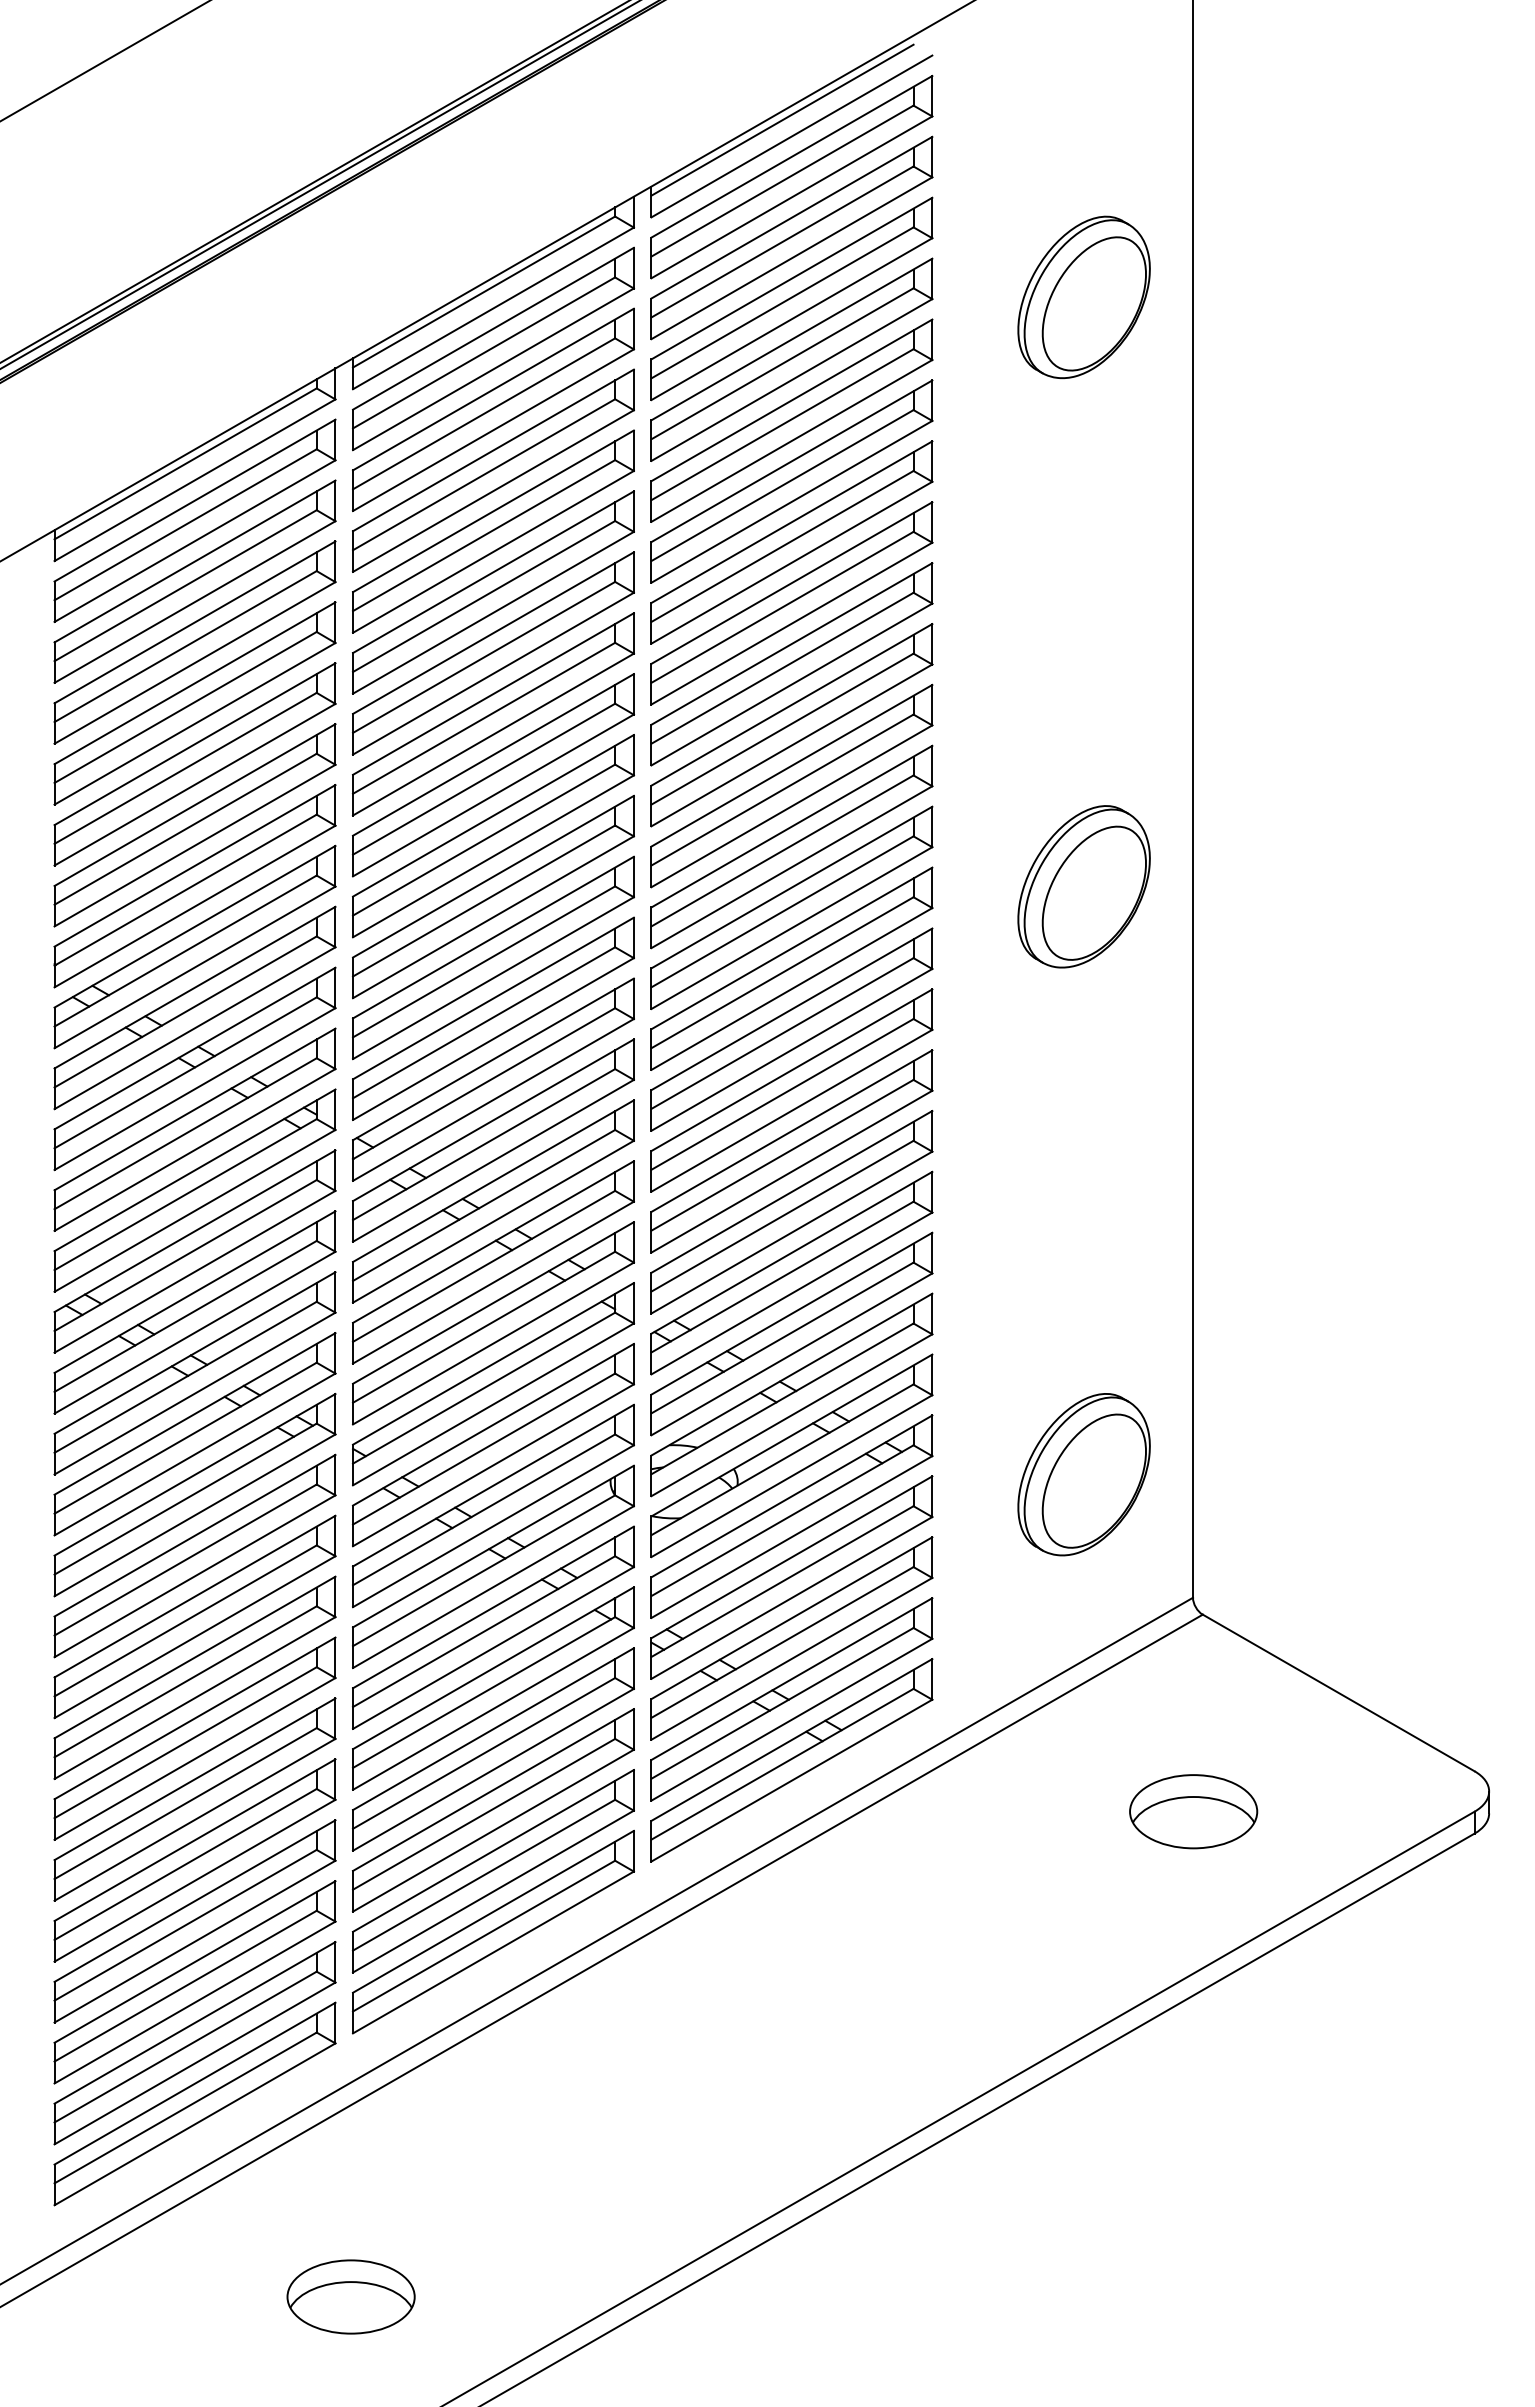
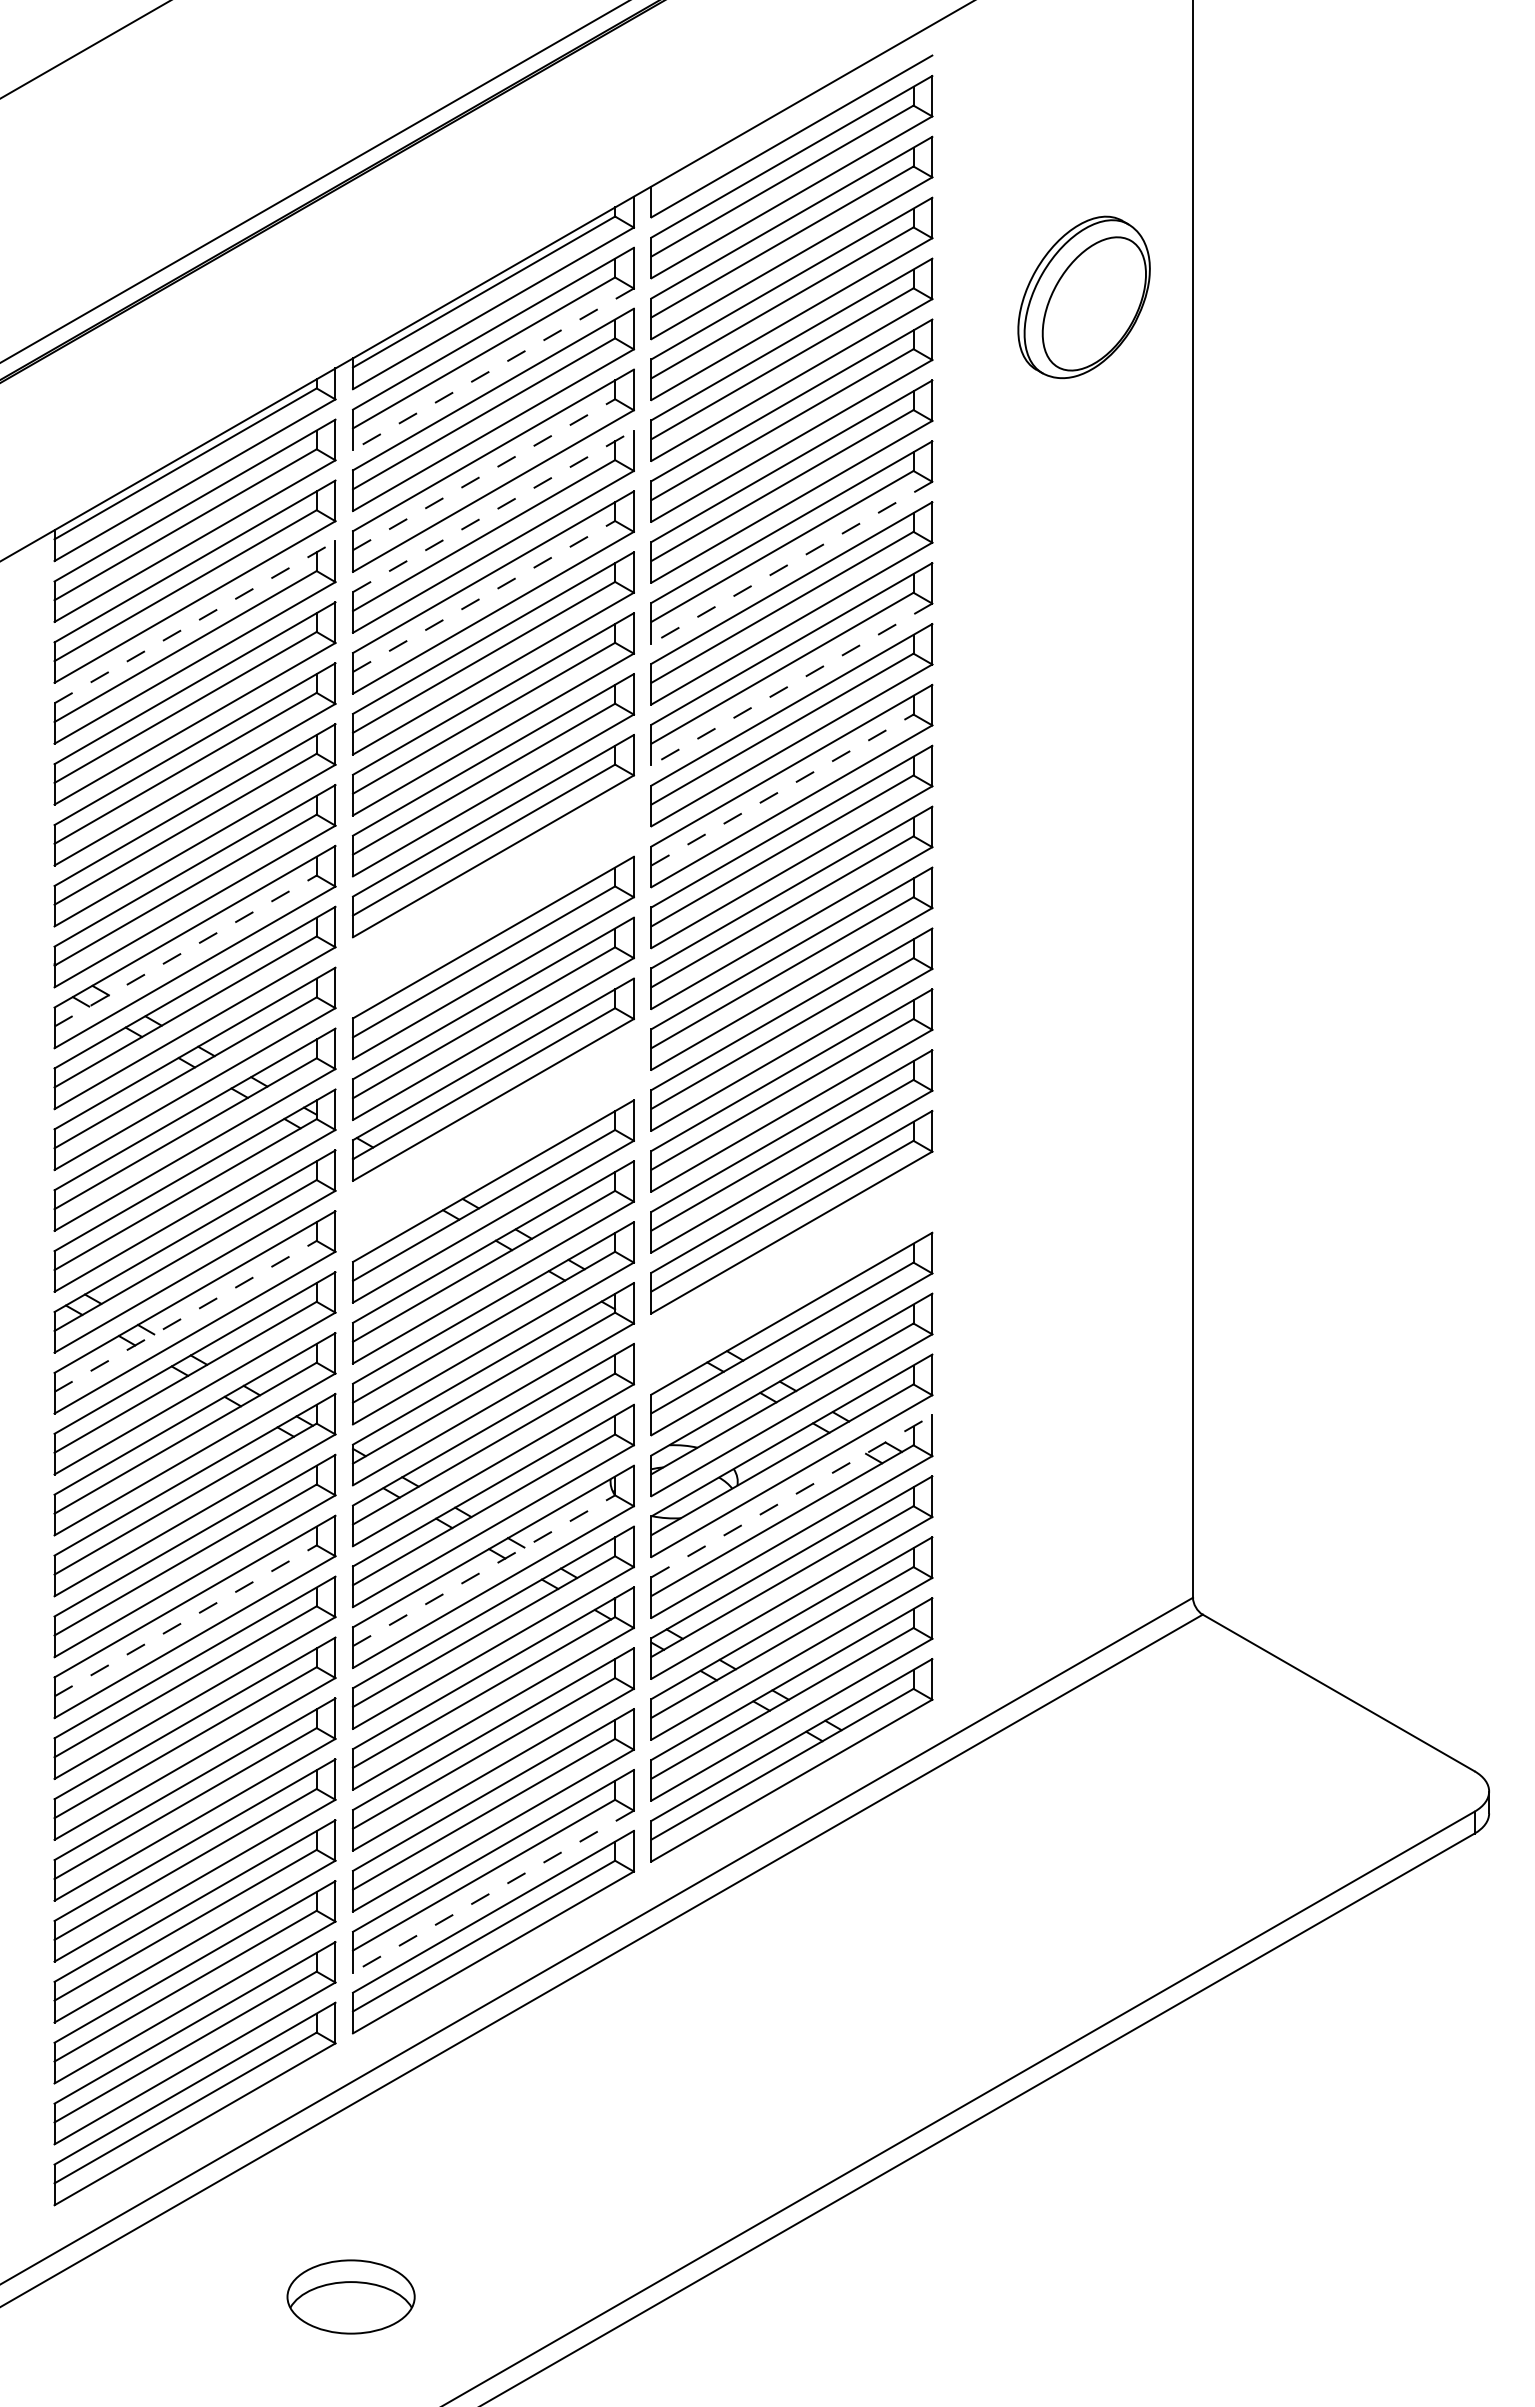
line at (104, 61) position: (104, 61) -> (84, 49)
line at (782, 119): present -> none
line at (319, 184): present -> none
line at (493, 369): solid -> dashed
line at (484, 474): solid -> dashed
line at (493, 511): solid -> dashed
line at (791, 563): solid -> dashed
line at (484, 596): solid -> dashed
line at (195, 622): solid -> dashed
line at (791, 684): solid -> dashed
line at (782, 789): solid -> dashed
part at (1083, 886): present -> none
part at (493, 896): present -> none
line at (186, 950): solid -> dashed
part at (493, 1140): present -> none
part at (791, 1272): present -> none
line at (186, 1316): solid -> dashed
part at (1083, 1474): present -> none
line at (792, 1496): solid -> dashed
line at (484, 1570): solid -> dashed
line at (186, 1620): solid -> dashed
part at (1193, 1811): present -> none
line at (493, 1891): solid -> dashed
